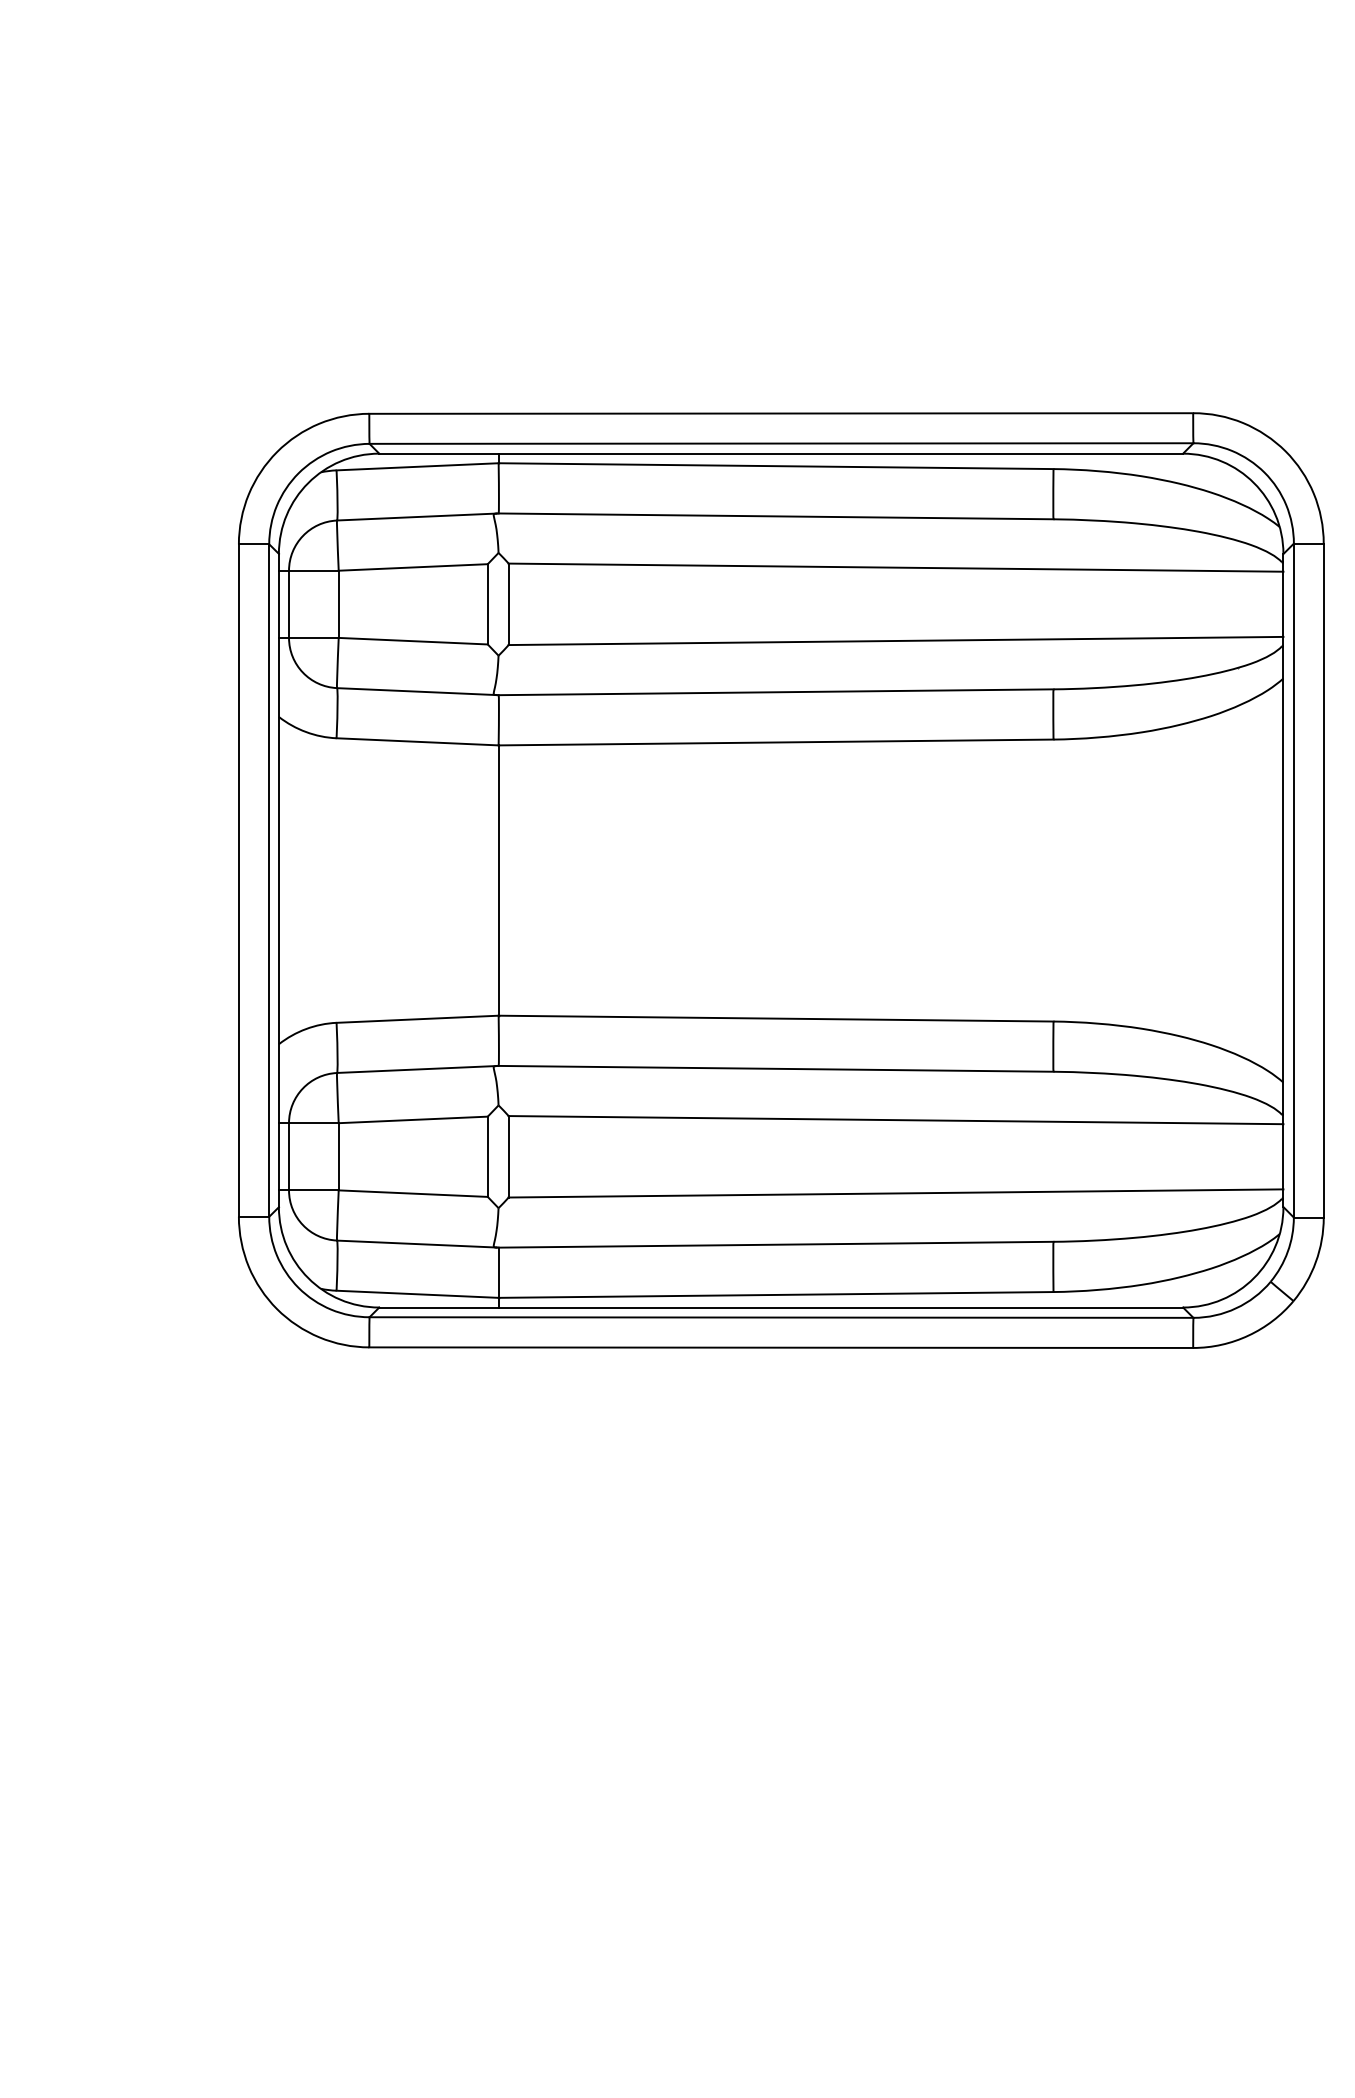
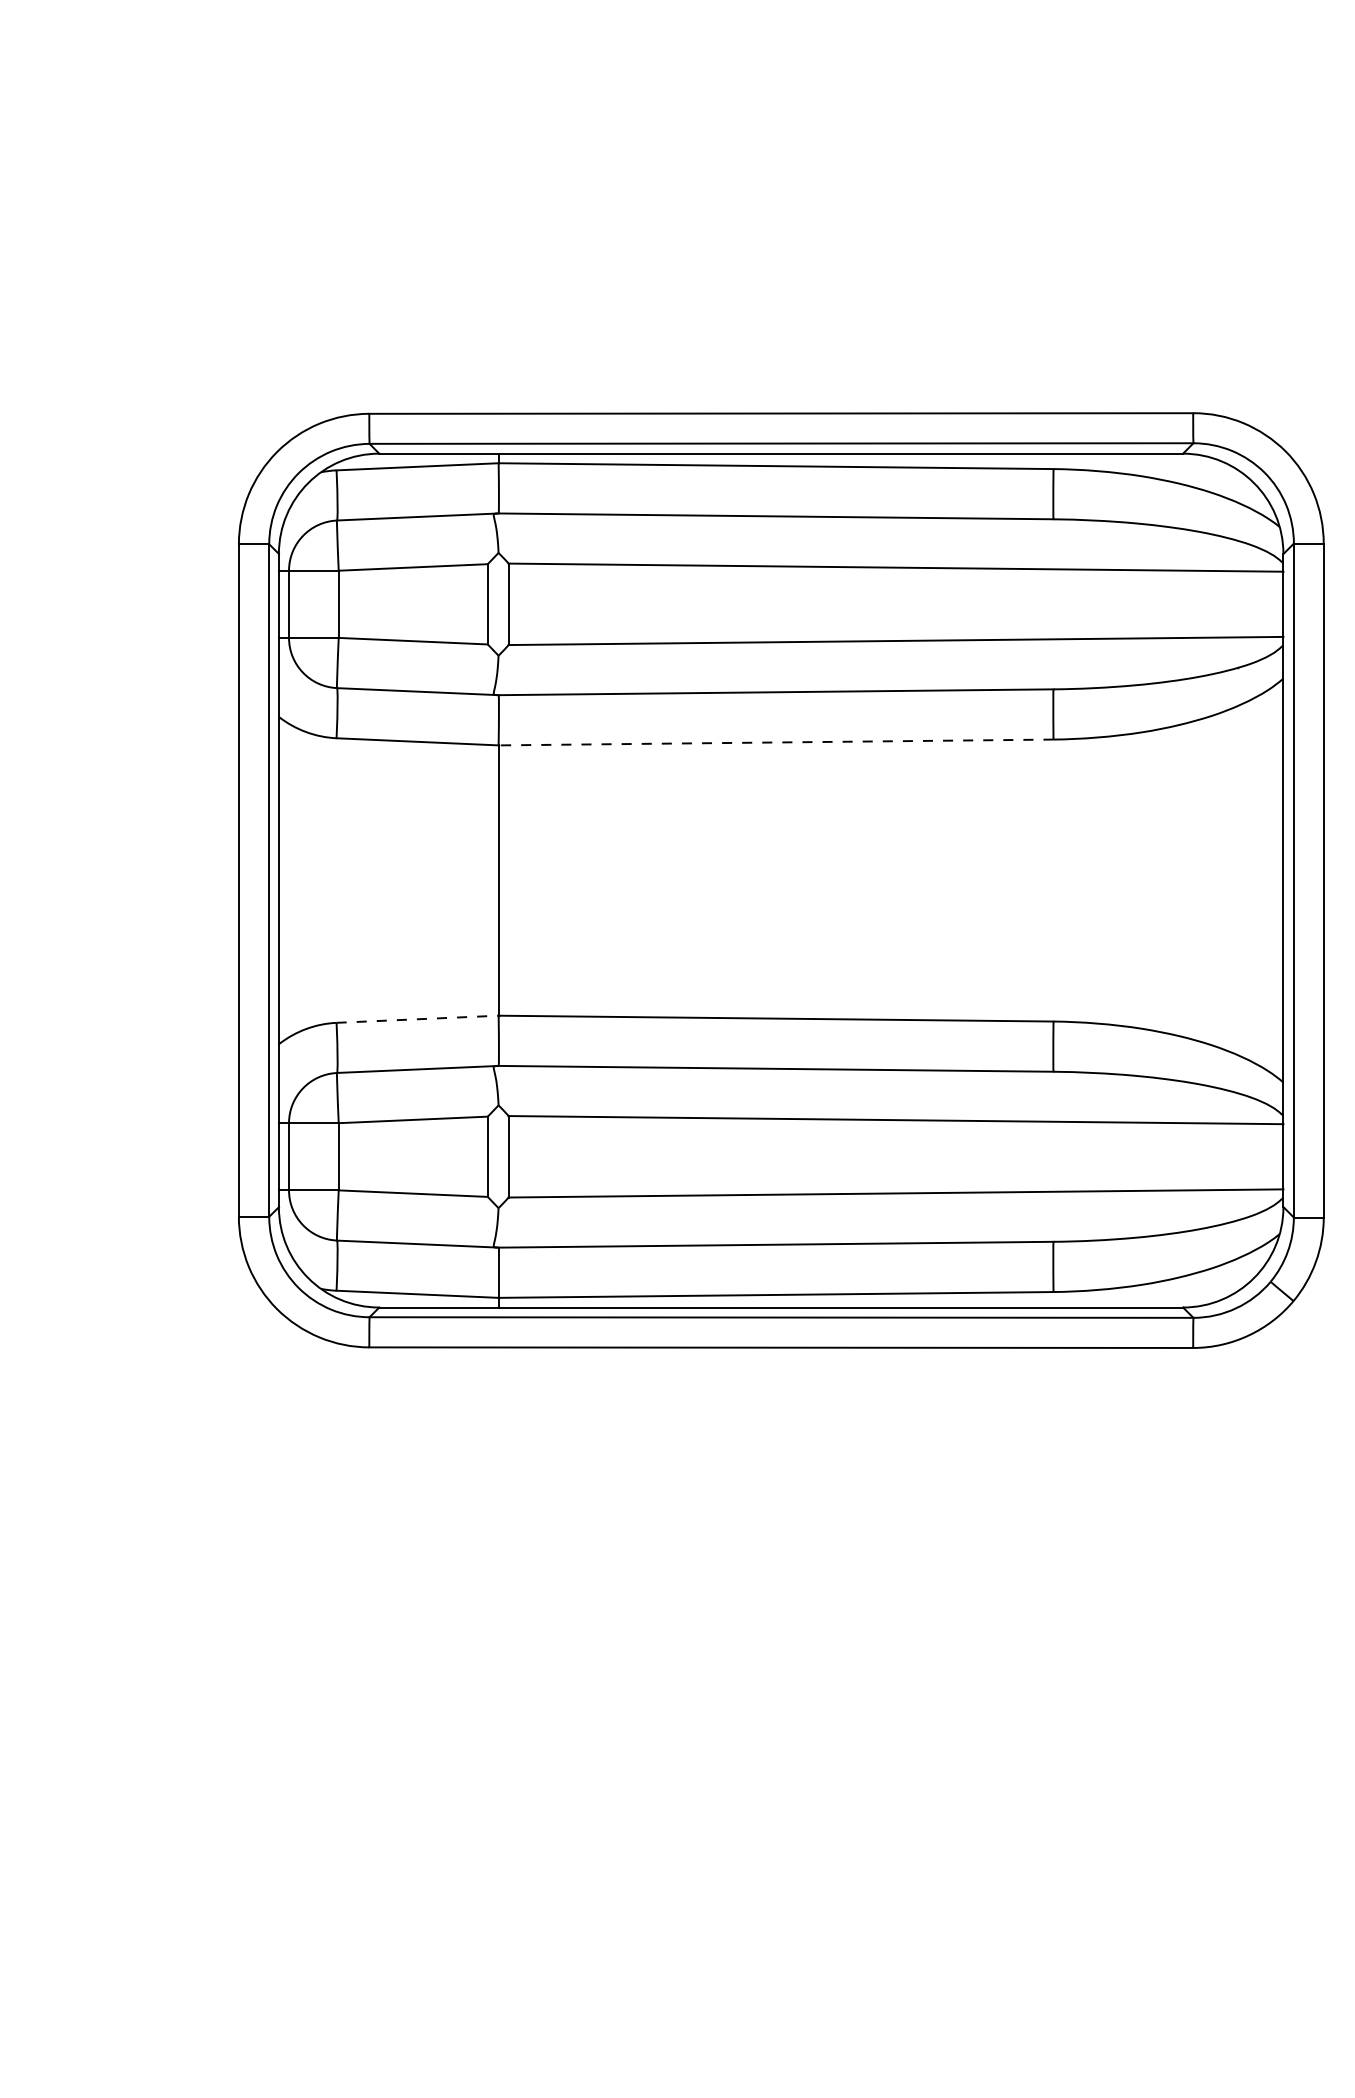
line at (775, 742): solid -> dashed
line at (418, 1019): solid -> dashed
